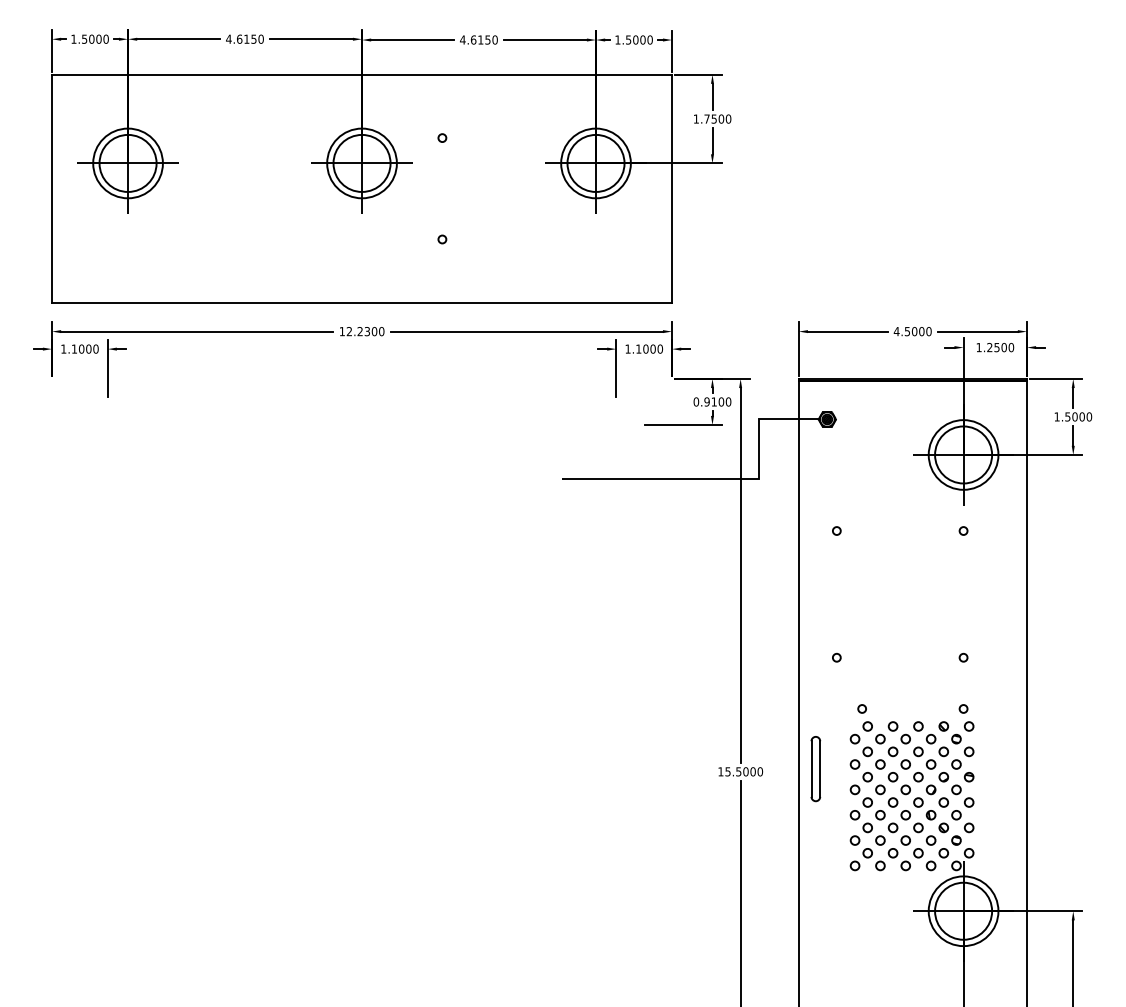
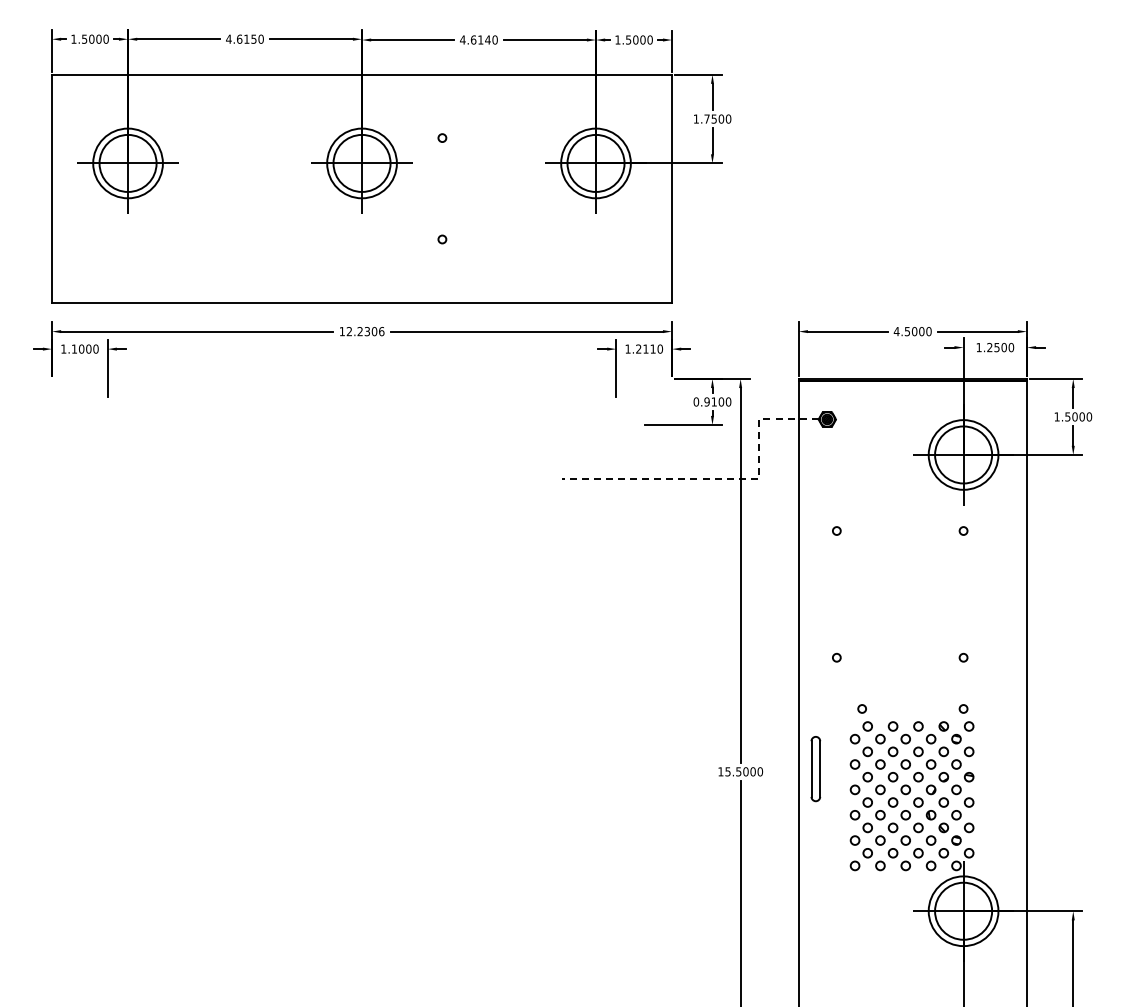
text at (487, 39): 4.6150 -> 4.6140
text at (381, 331): 12.2300 -> 12.2306
text at (645, 348): 1.1000 -> 1.2110
line at (721, 479): solid -> dashed
